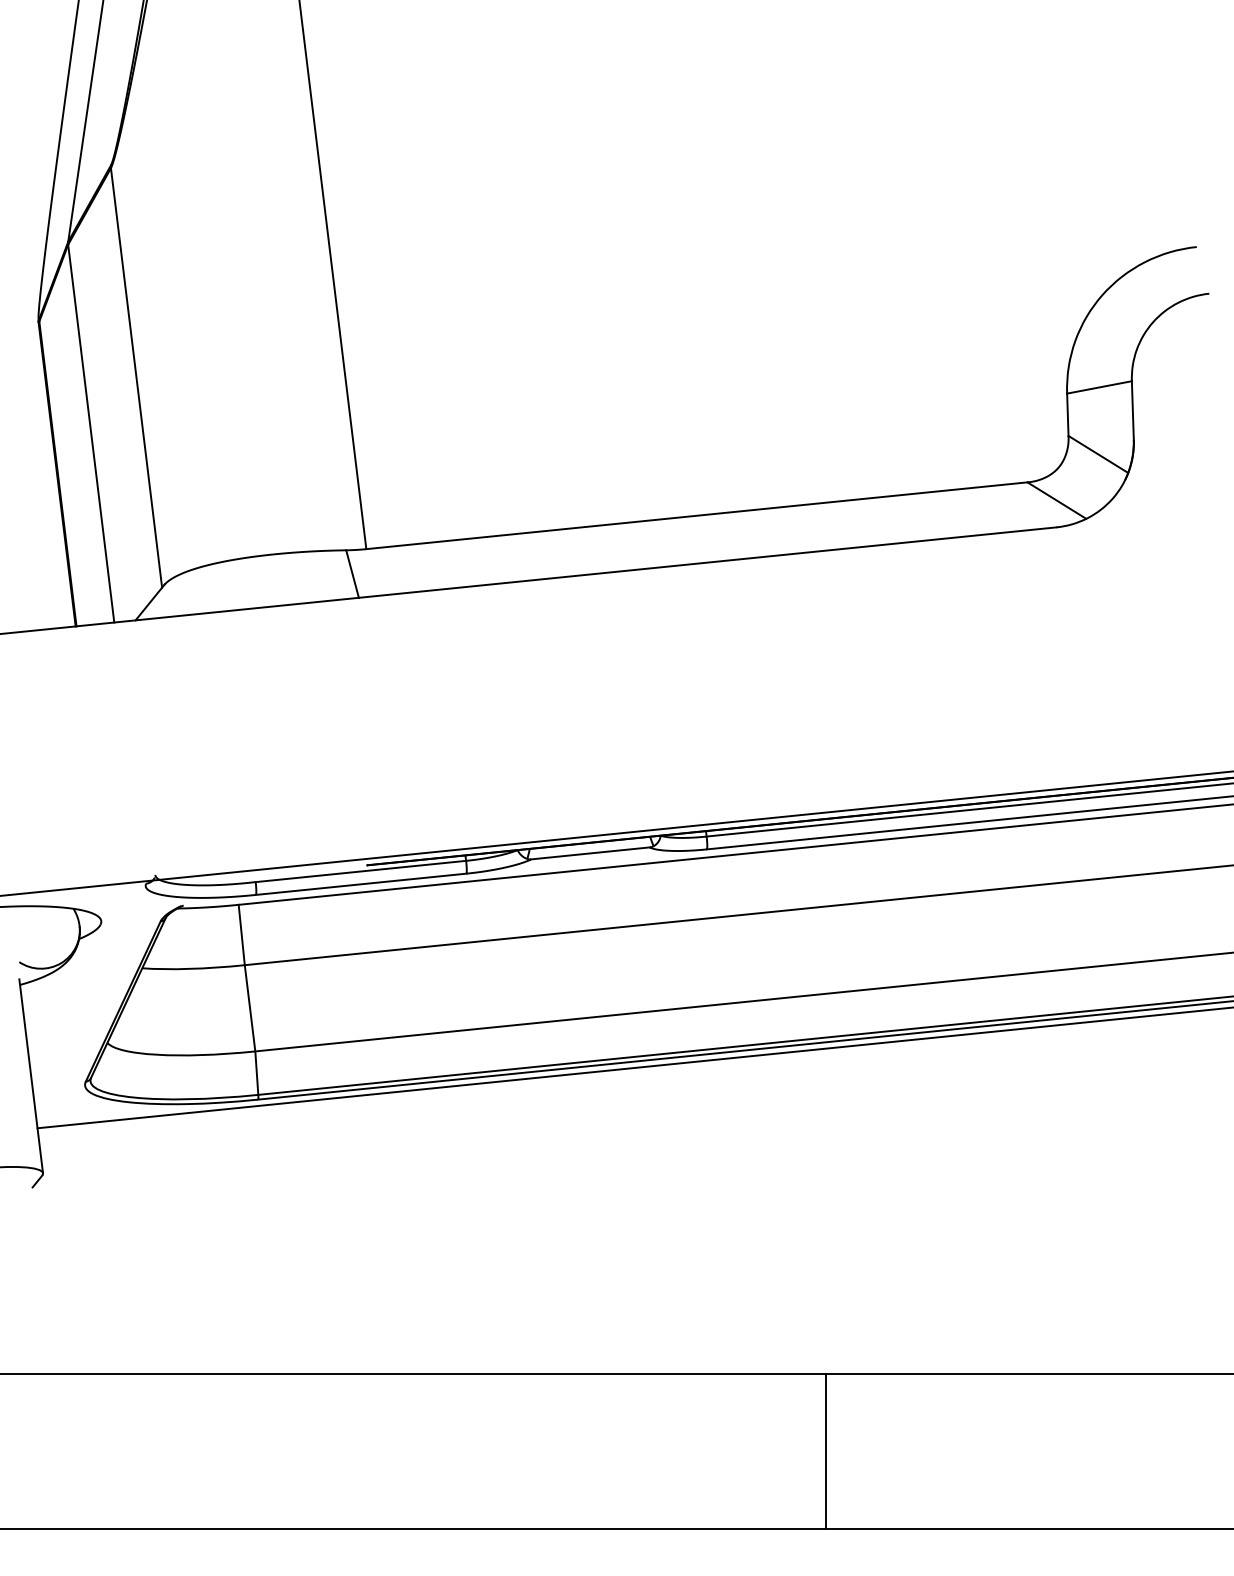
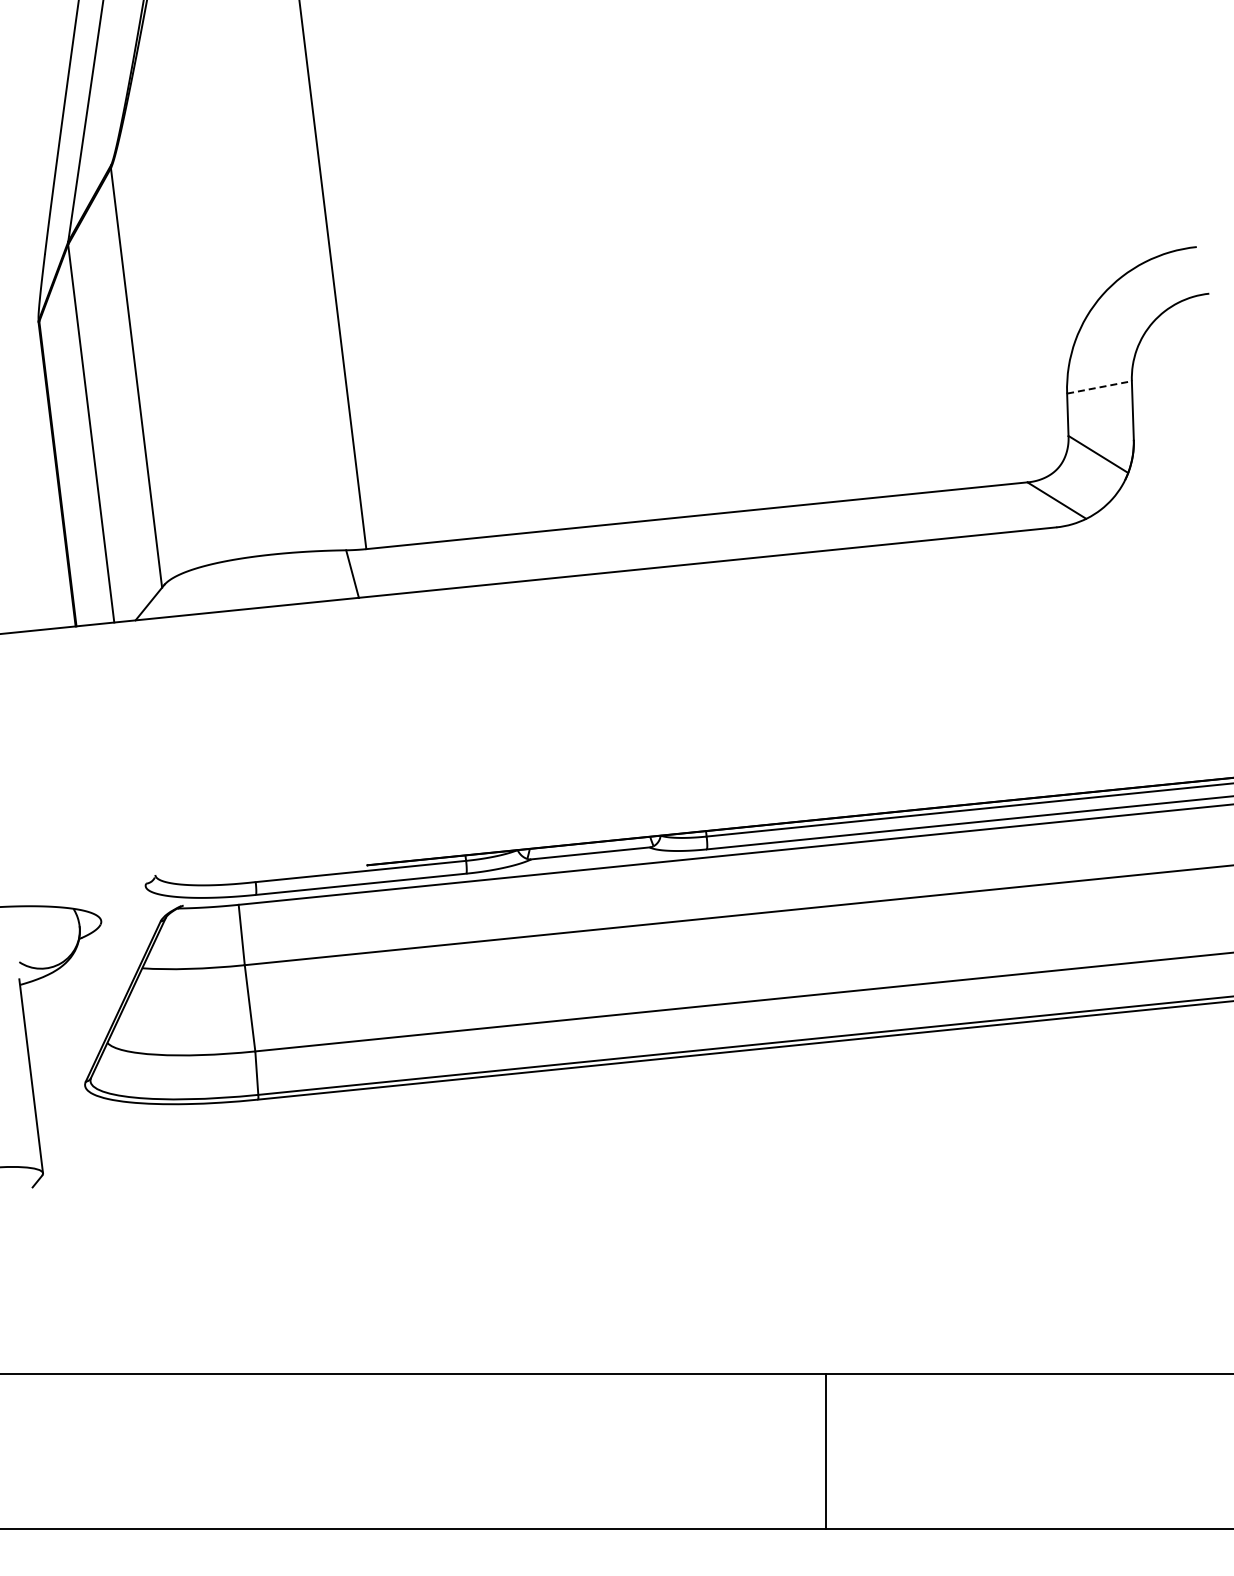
line at (1099, 387): solid -> dashed
line at (616, 833): present -> none
line at (633, 1067): present -> none
